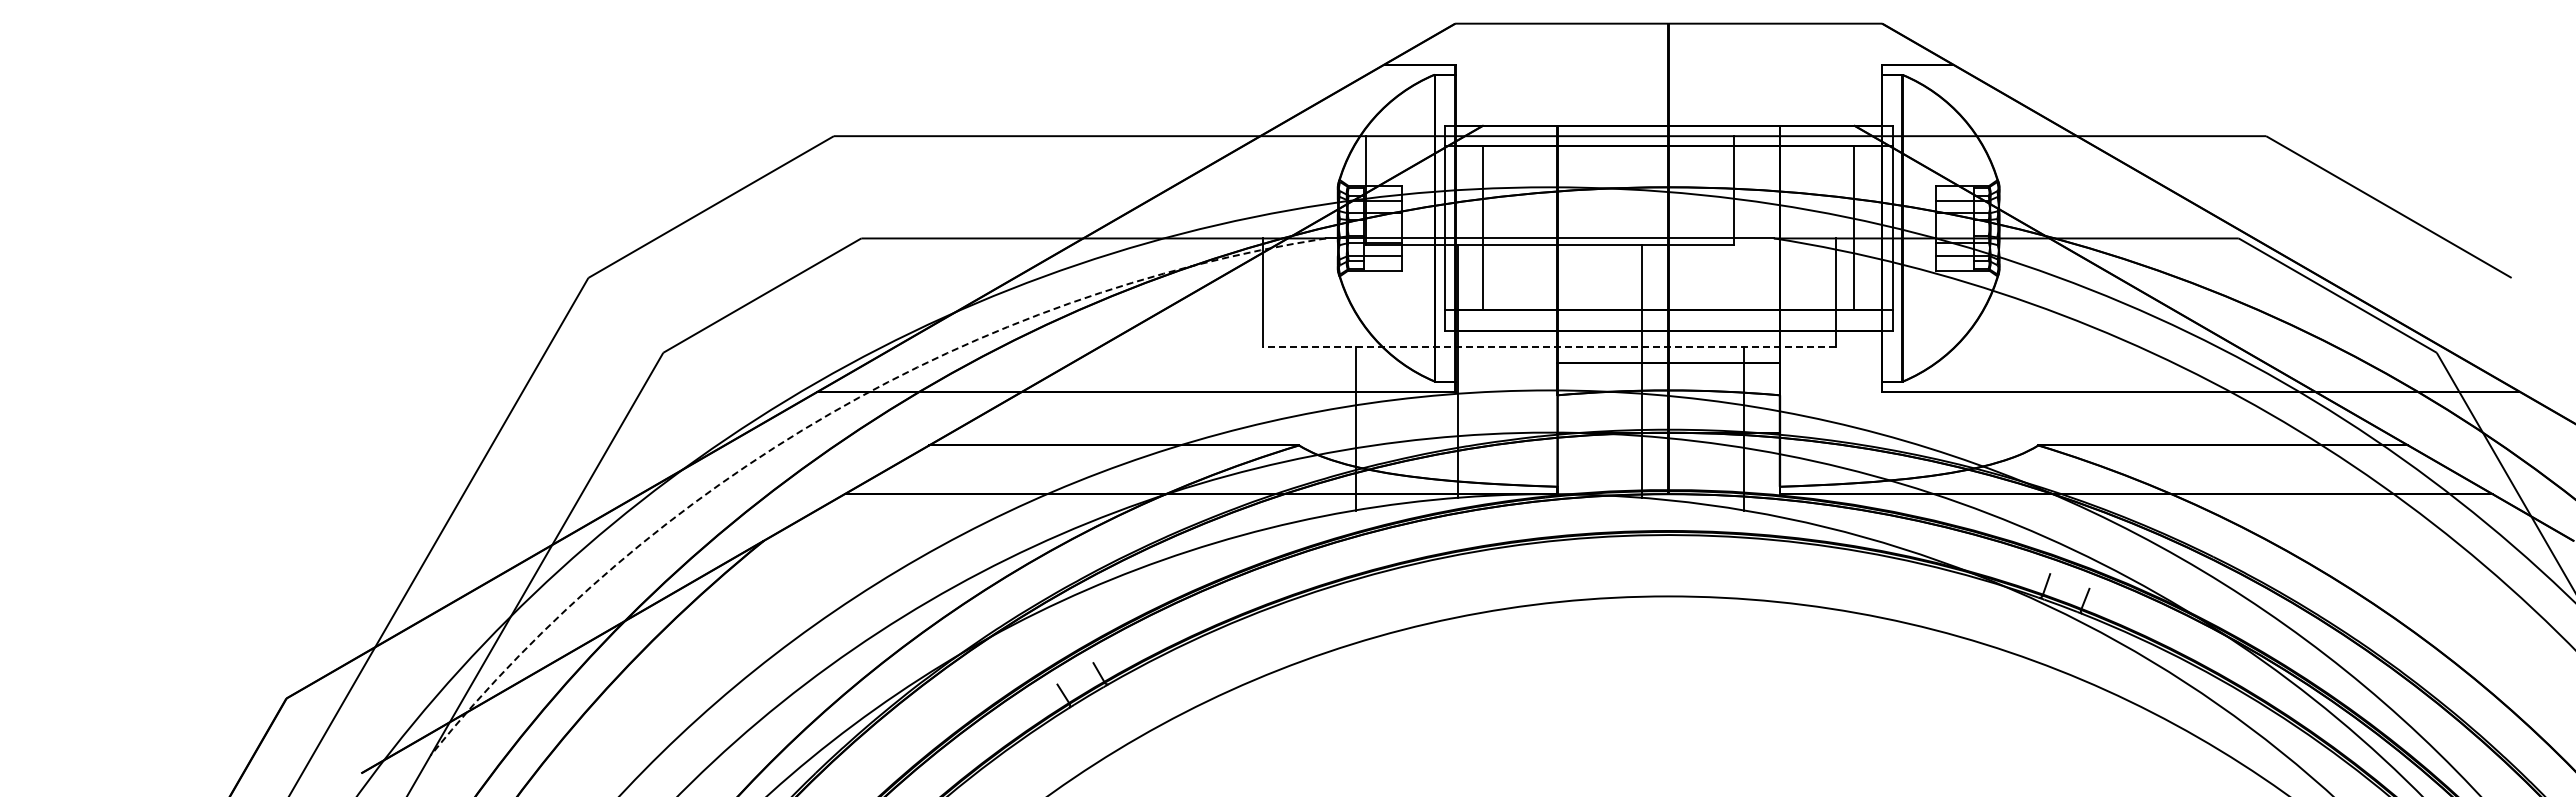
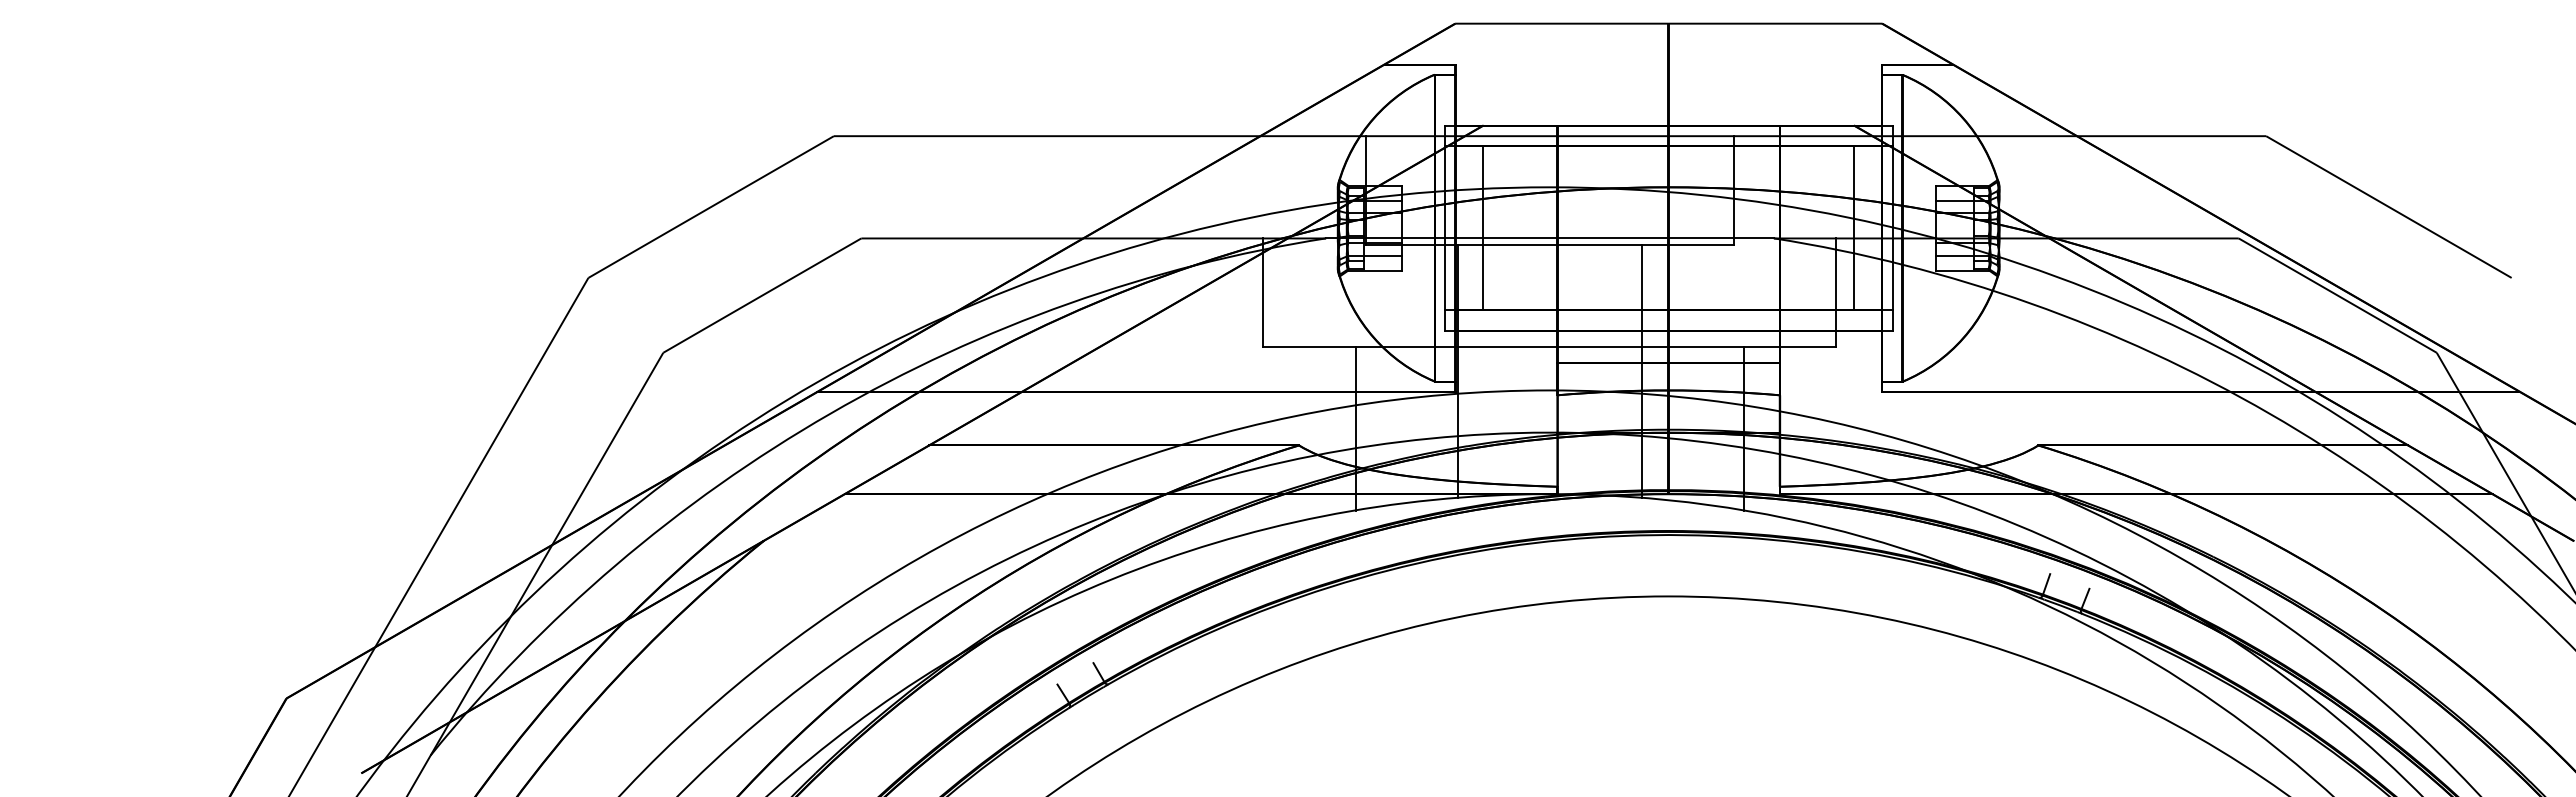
line at (1549, 346): dashed -> solid
arc at (830, 413): dashed -> solid
